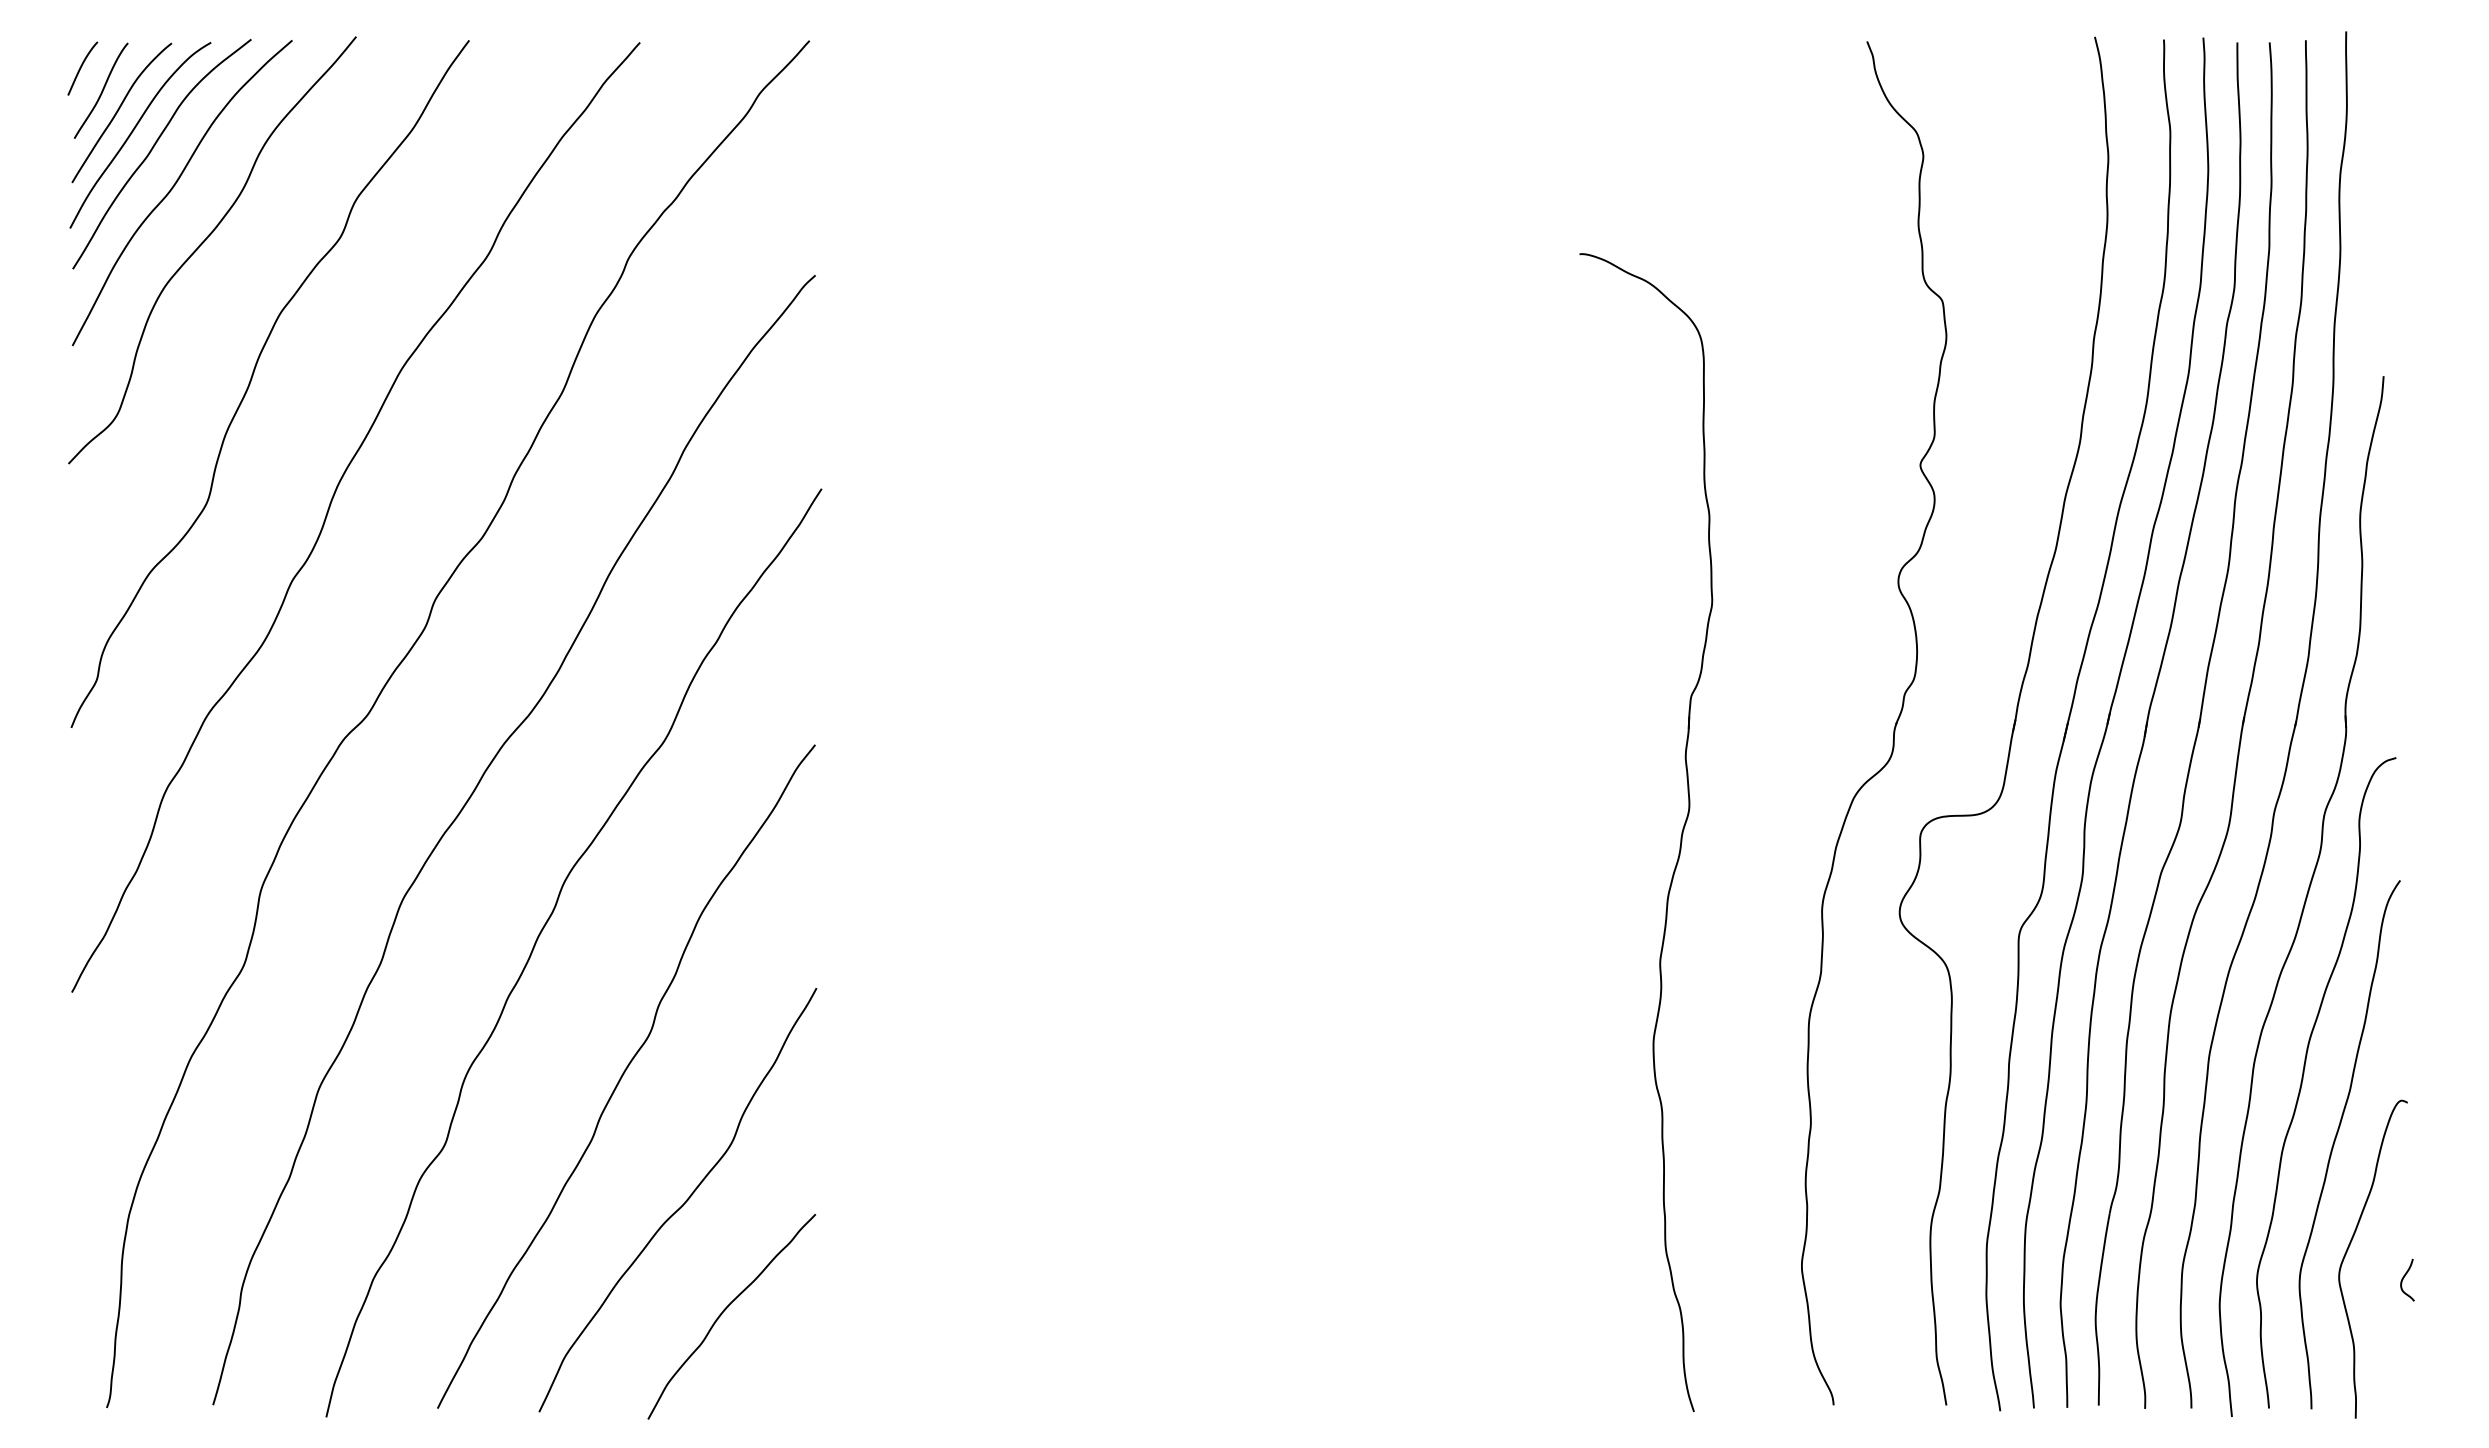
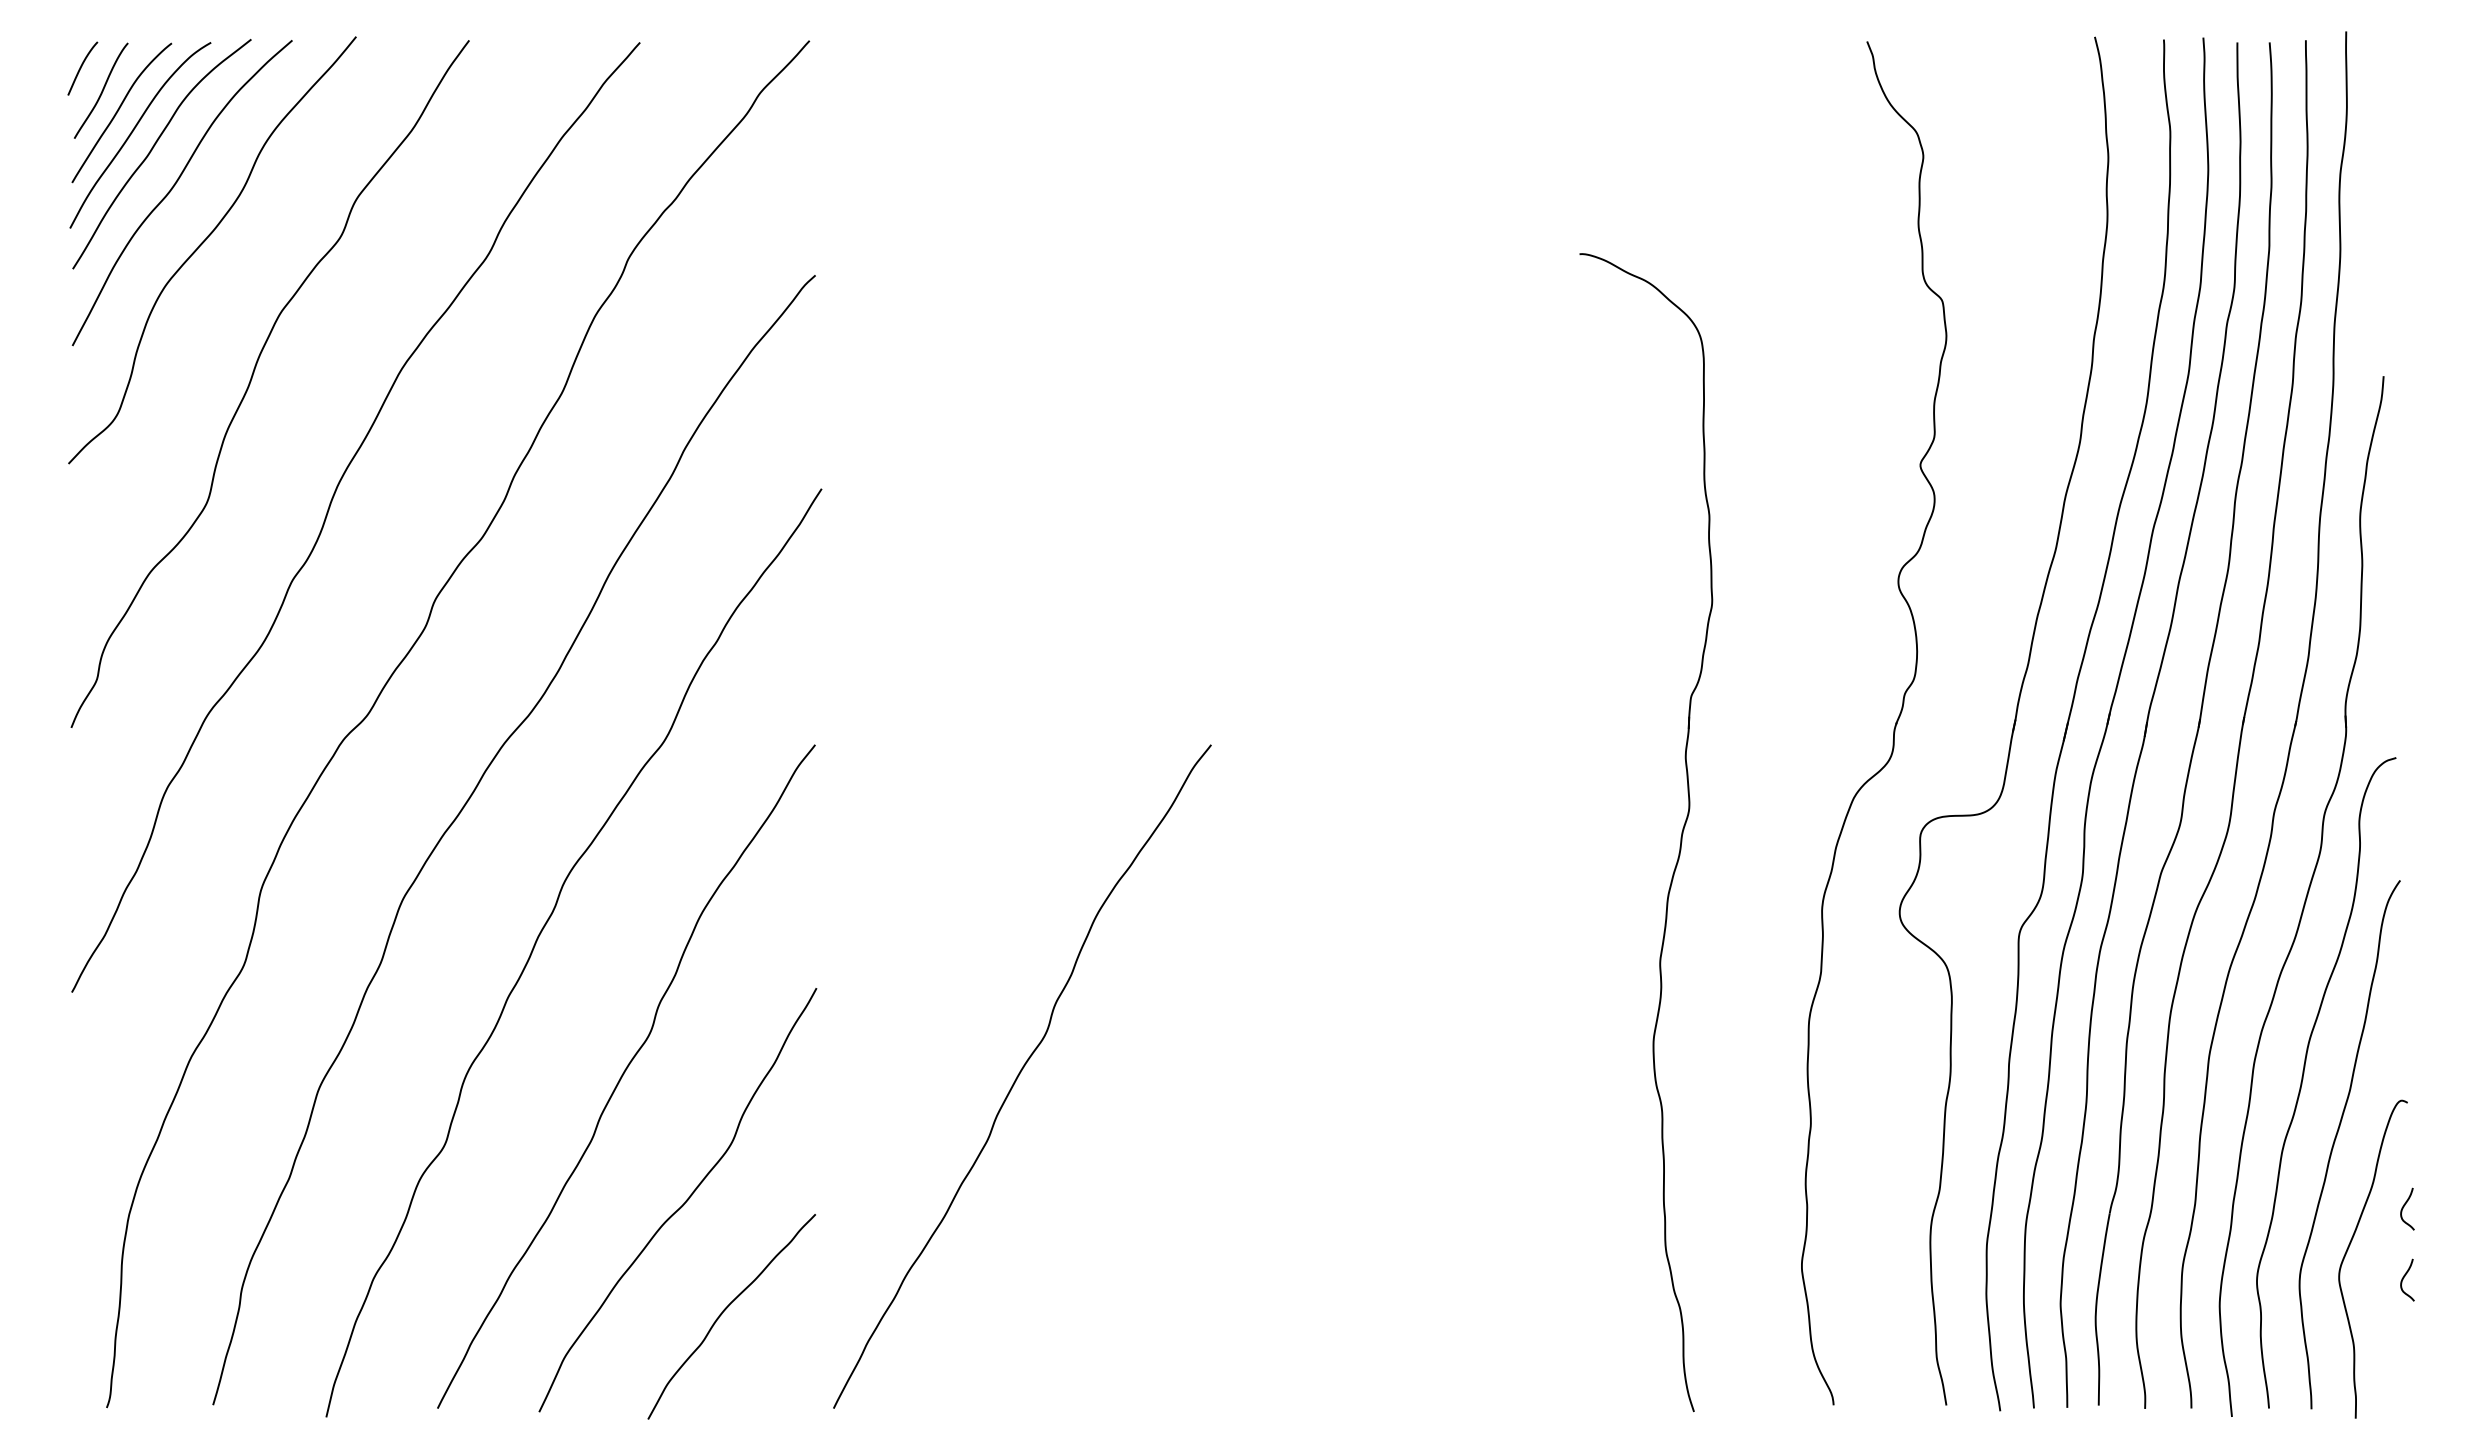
curve at (1020, 1074): none -> present
curve at (2405, 1205): none -> present
